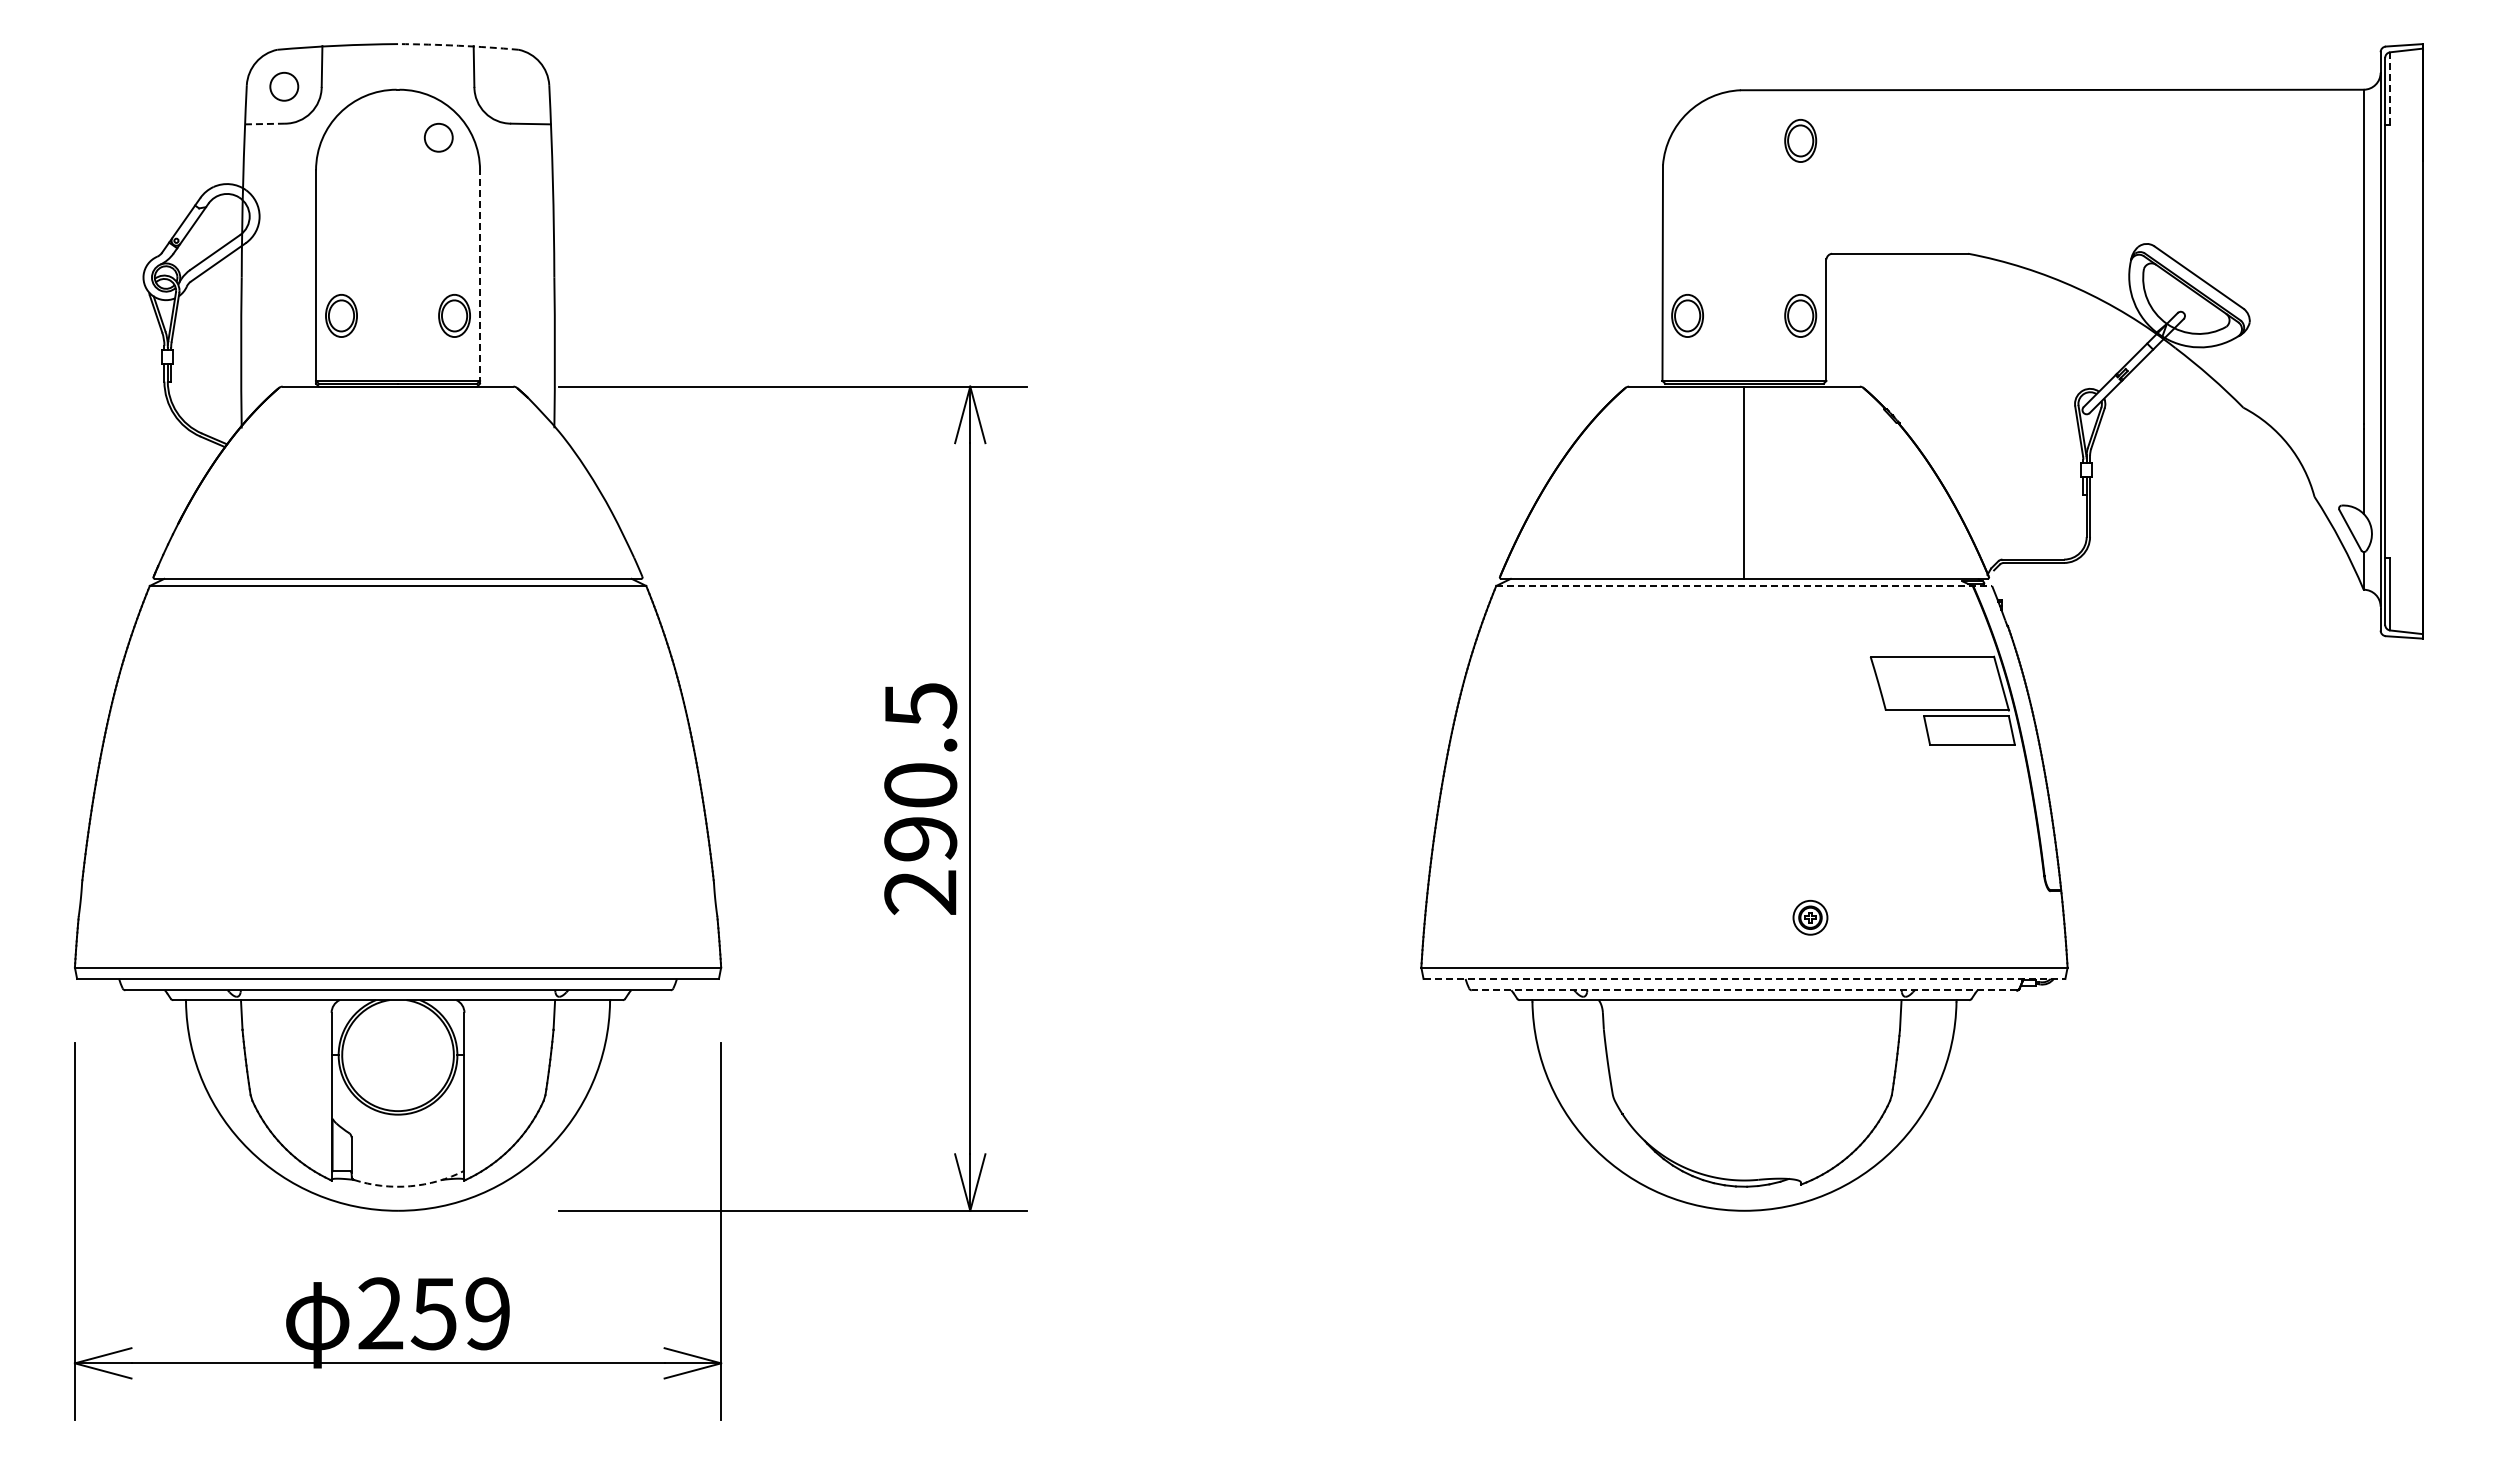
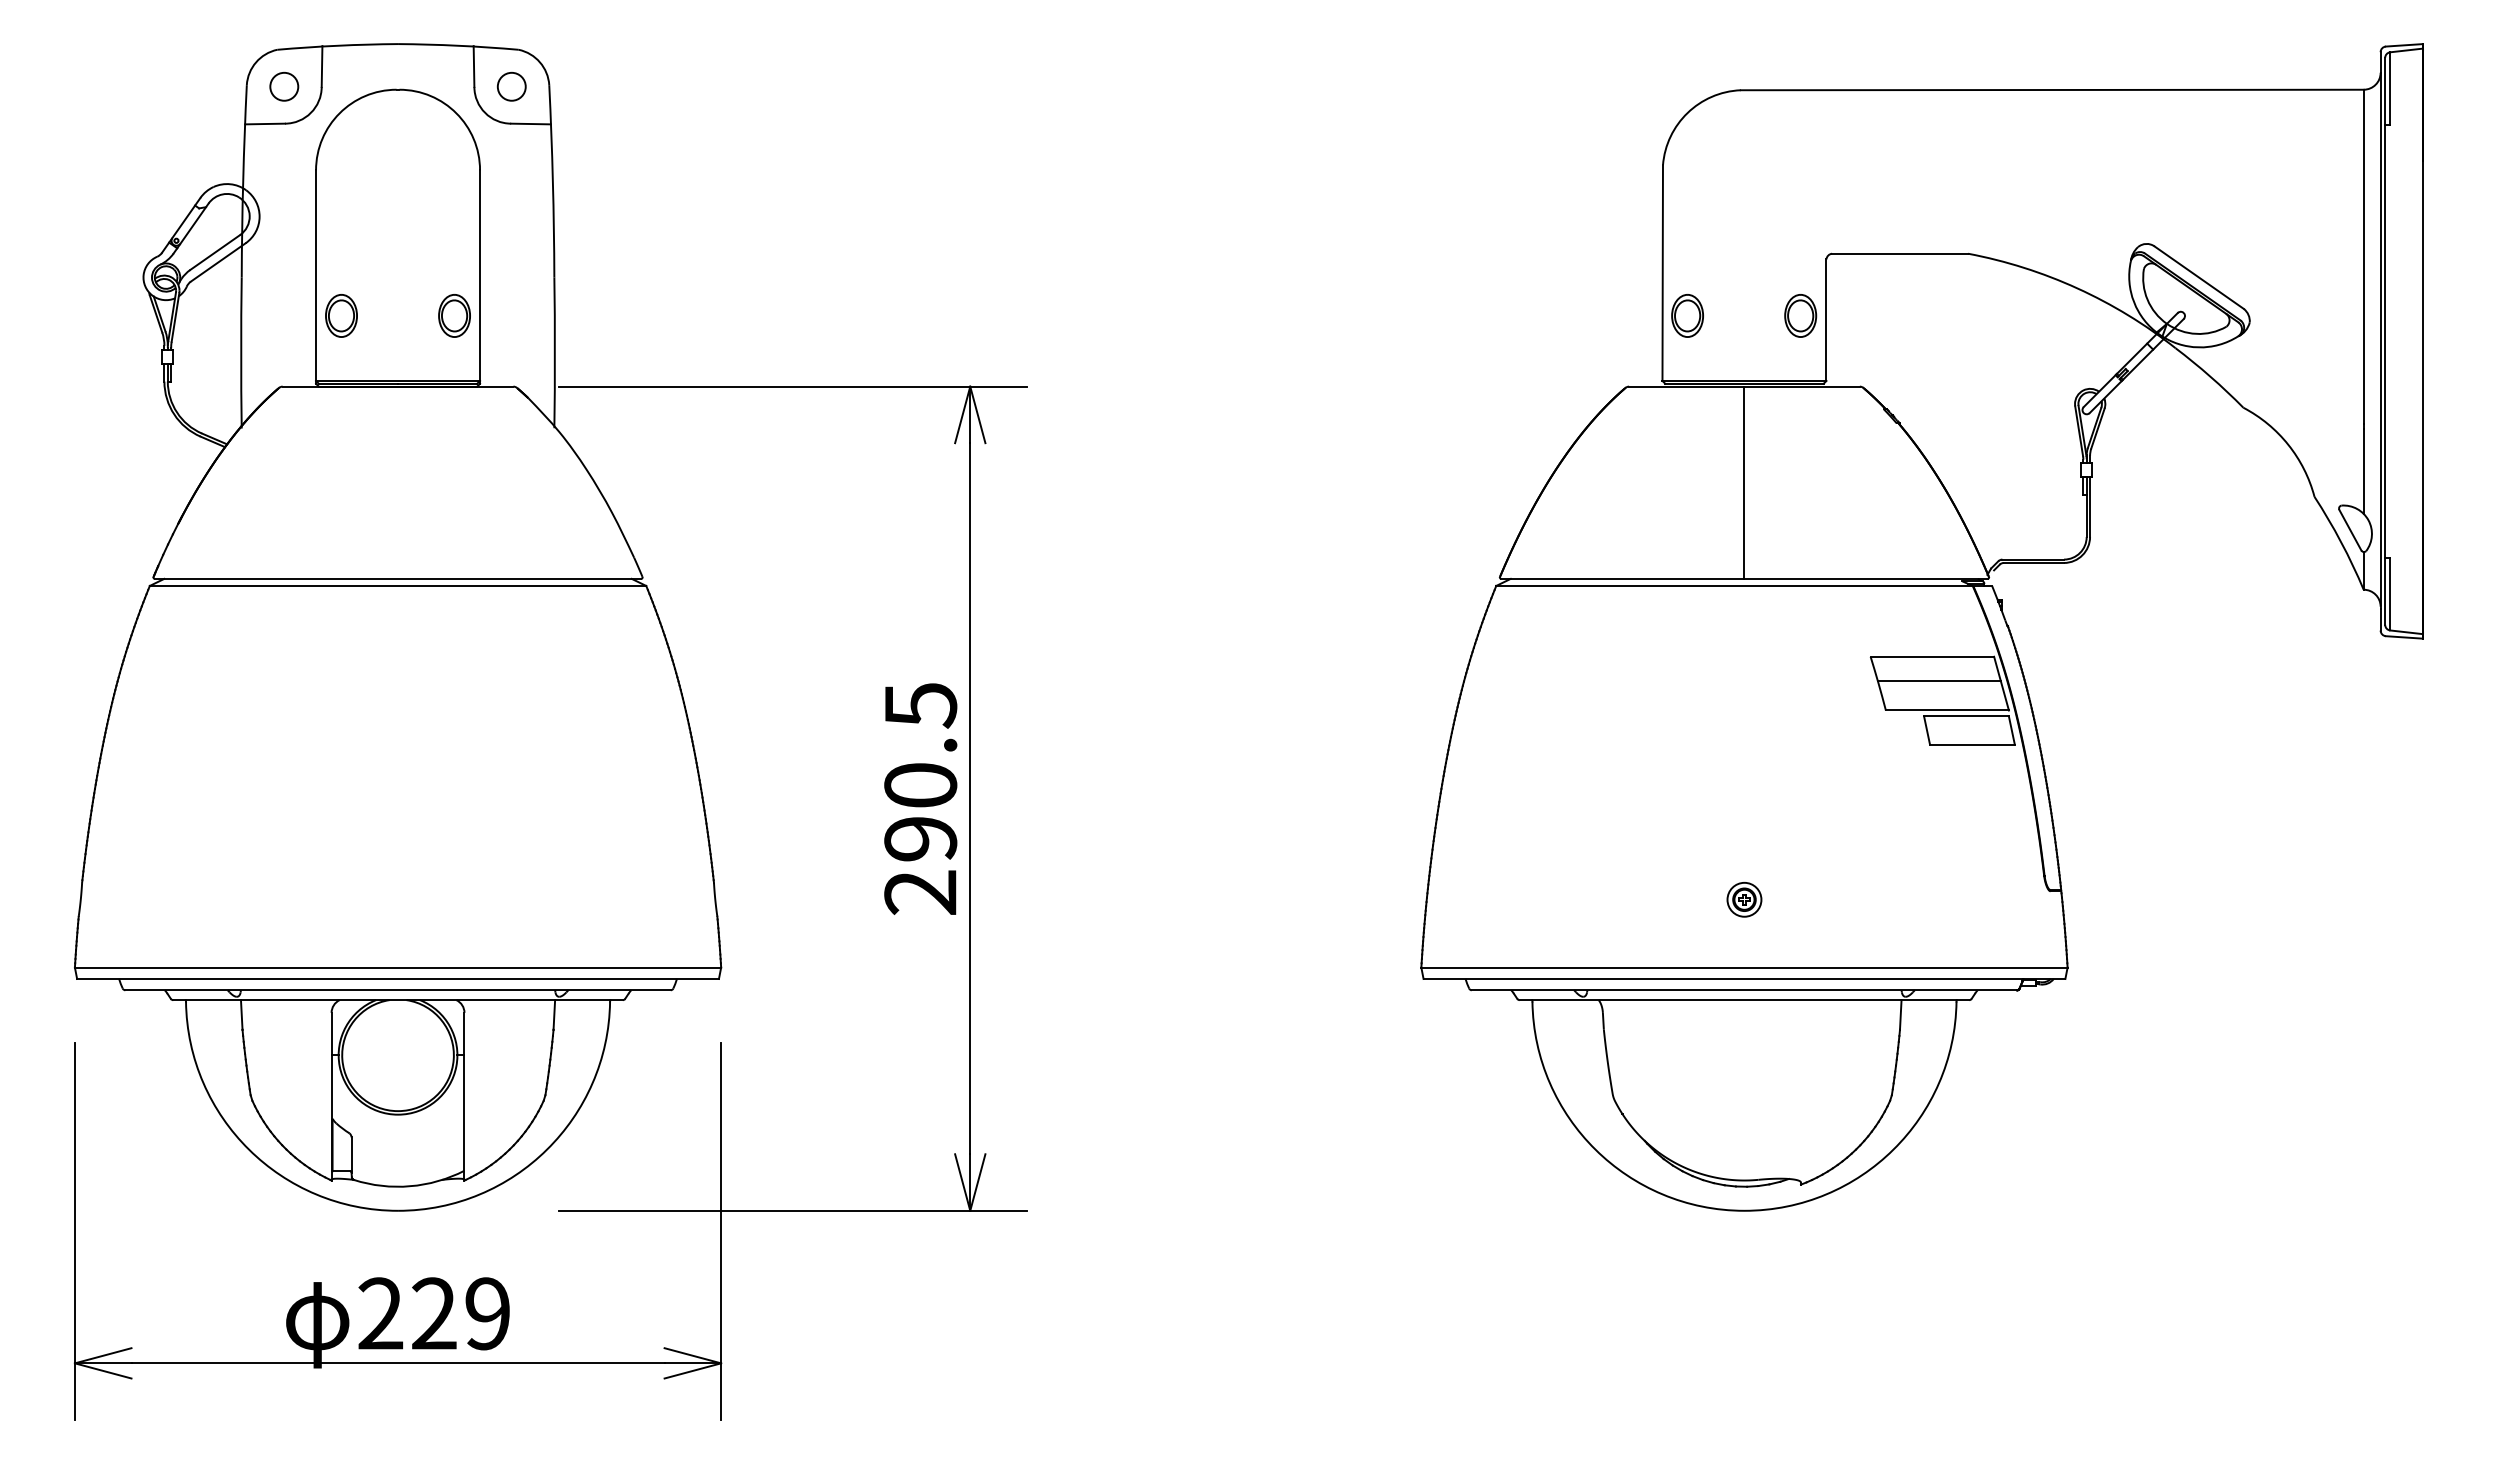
arc at (458, 45): dashed -> solid
line at (2390, 89): dashed -> solid
line at (265, 124): dashed -> solid
circle at (438, 137) position: (438, 137) -> (511, 86)
part at (1800, 140): present -> none
line at (480, 277): dashed -> solid
line at (1744, 585): dashed -> solid
line at (1938, 680): none -> present
part at (1810, 917) position: (1810, 917) -> (1744, 899)
line at (1744, 978): dashed -> solid
line at (1744, 990): dashed -> solid
arc at (410, 1186): dashed -> solid
text at (433, 1313): 259 -> 229
